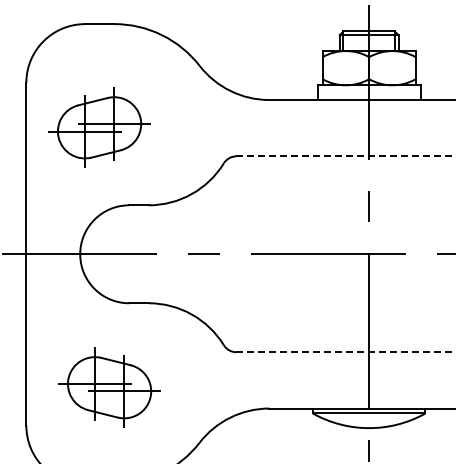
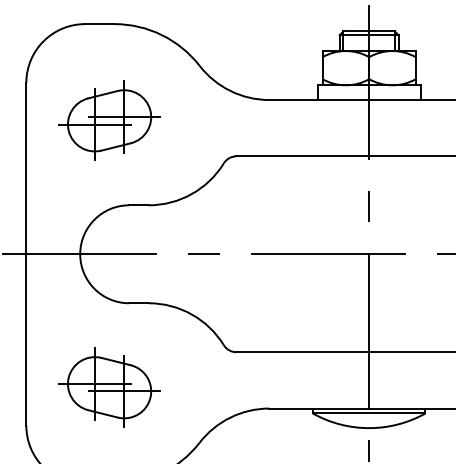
part at (99, 127) position: (99, 127) -> (109, 120)
line at (346, 156): dashed -> solid
line at (346, 352): dashed -> solid
